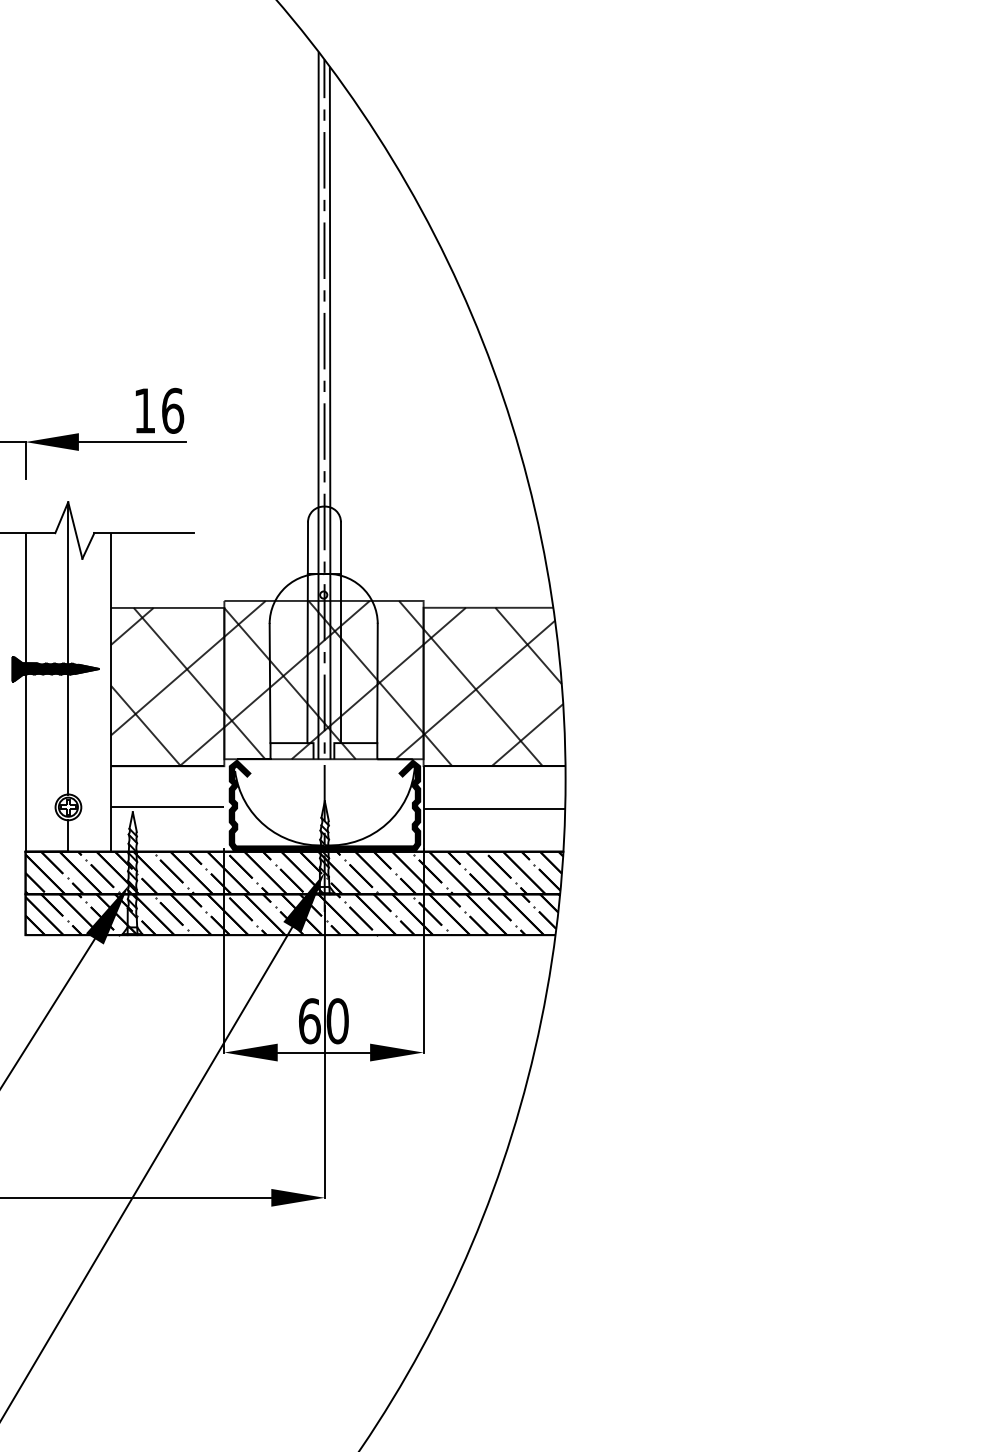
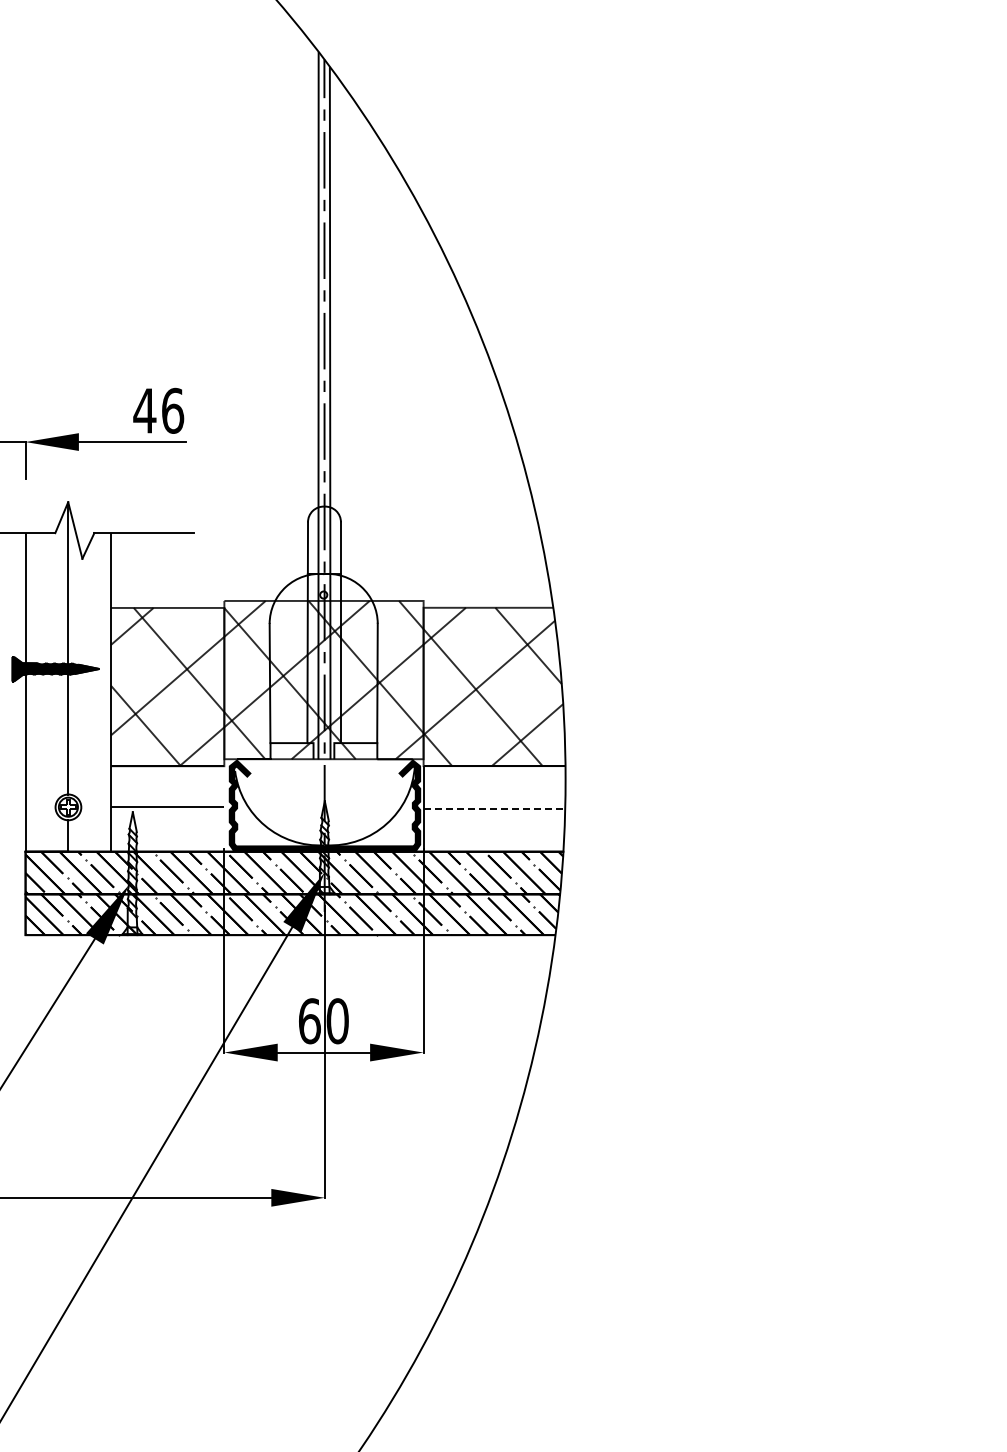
text at (144, 410): 16 -> 46
line at (494, 808): solid -> dashed
